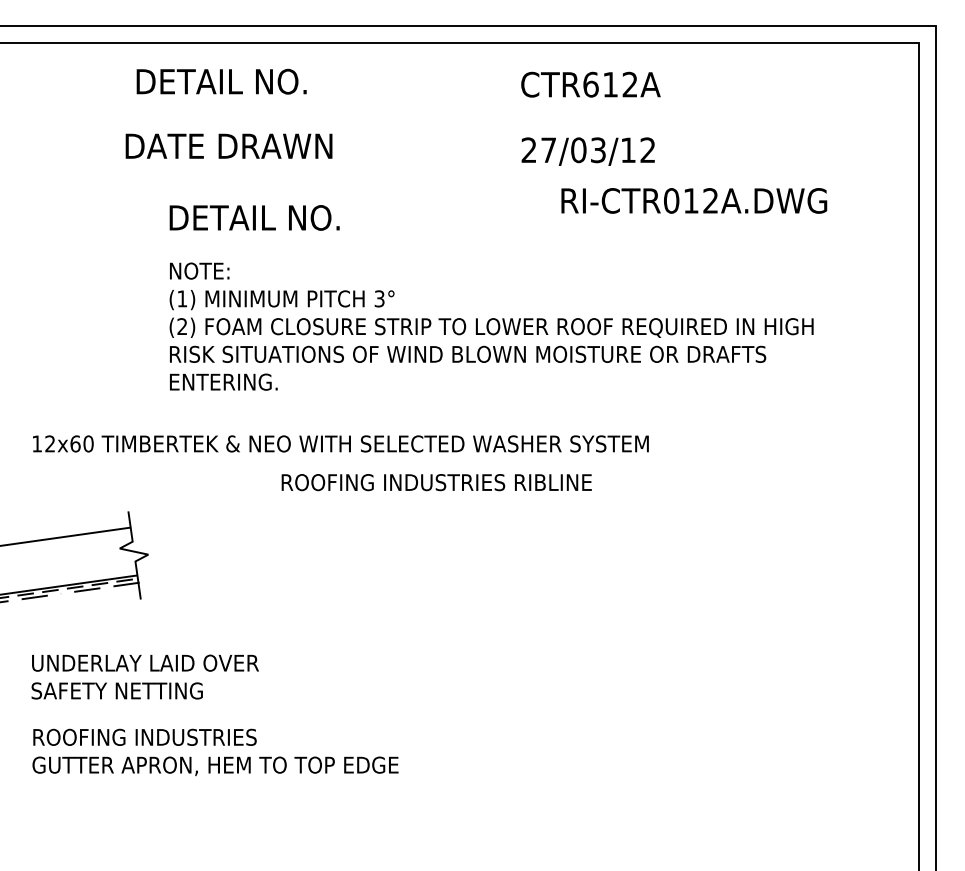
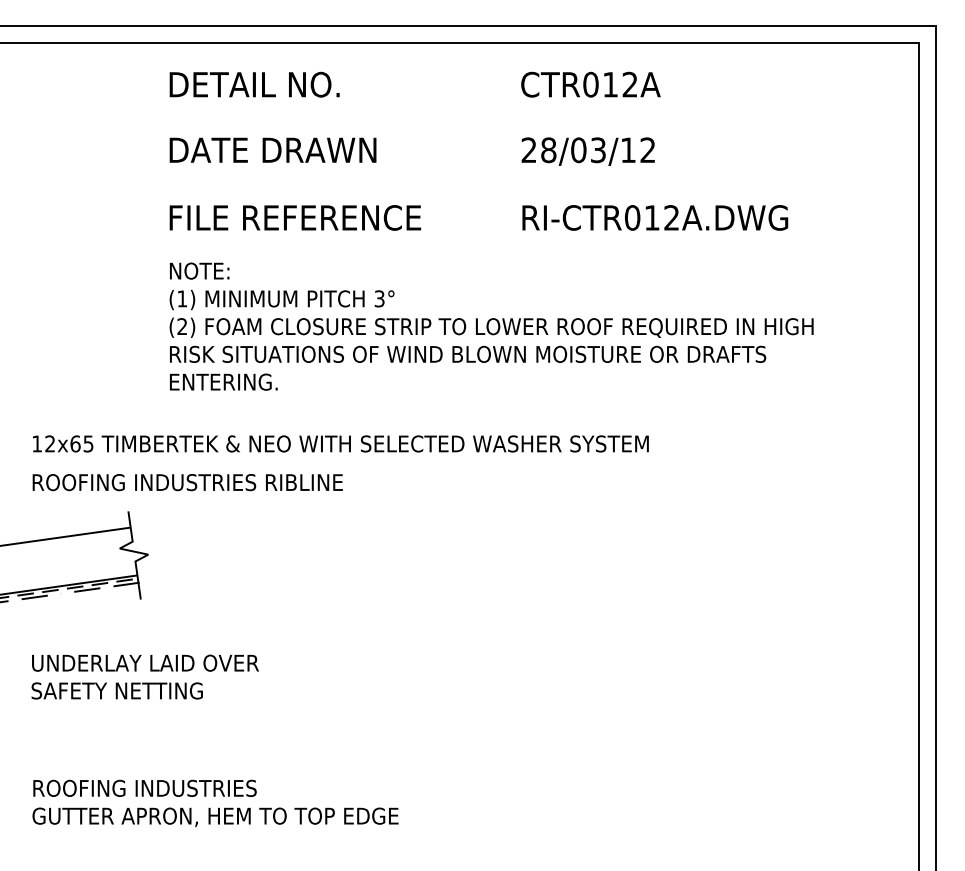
text at (221, 81) position: (221, 81) -> (254, 84)
text at (590, 84): CTR612A -> CTR012A
text at (228, 145) position: (228, 145) -> (272, 149)
text at (548, 150): 27/03/12 -> 28/03/12
text at (694, 200) position: (694, 200) -> (655, 217)
text at (296, 217): DETAIL NO. -> FILE REFERENCE
text at (88, 443): 12x60 -> 12x65
text at (436, 482) position: (436, 482) -> (187, 482)
text at (215, 752) position: (215, 752) -> (215, 803)
